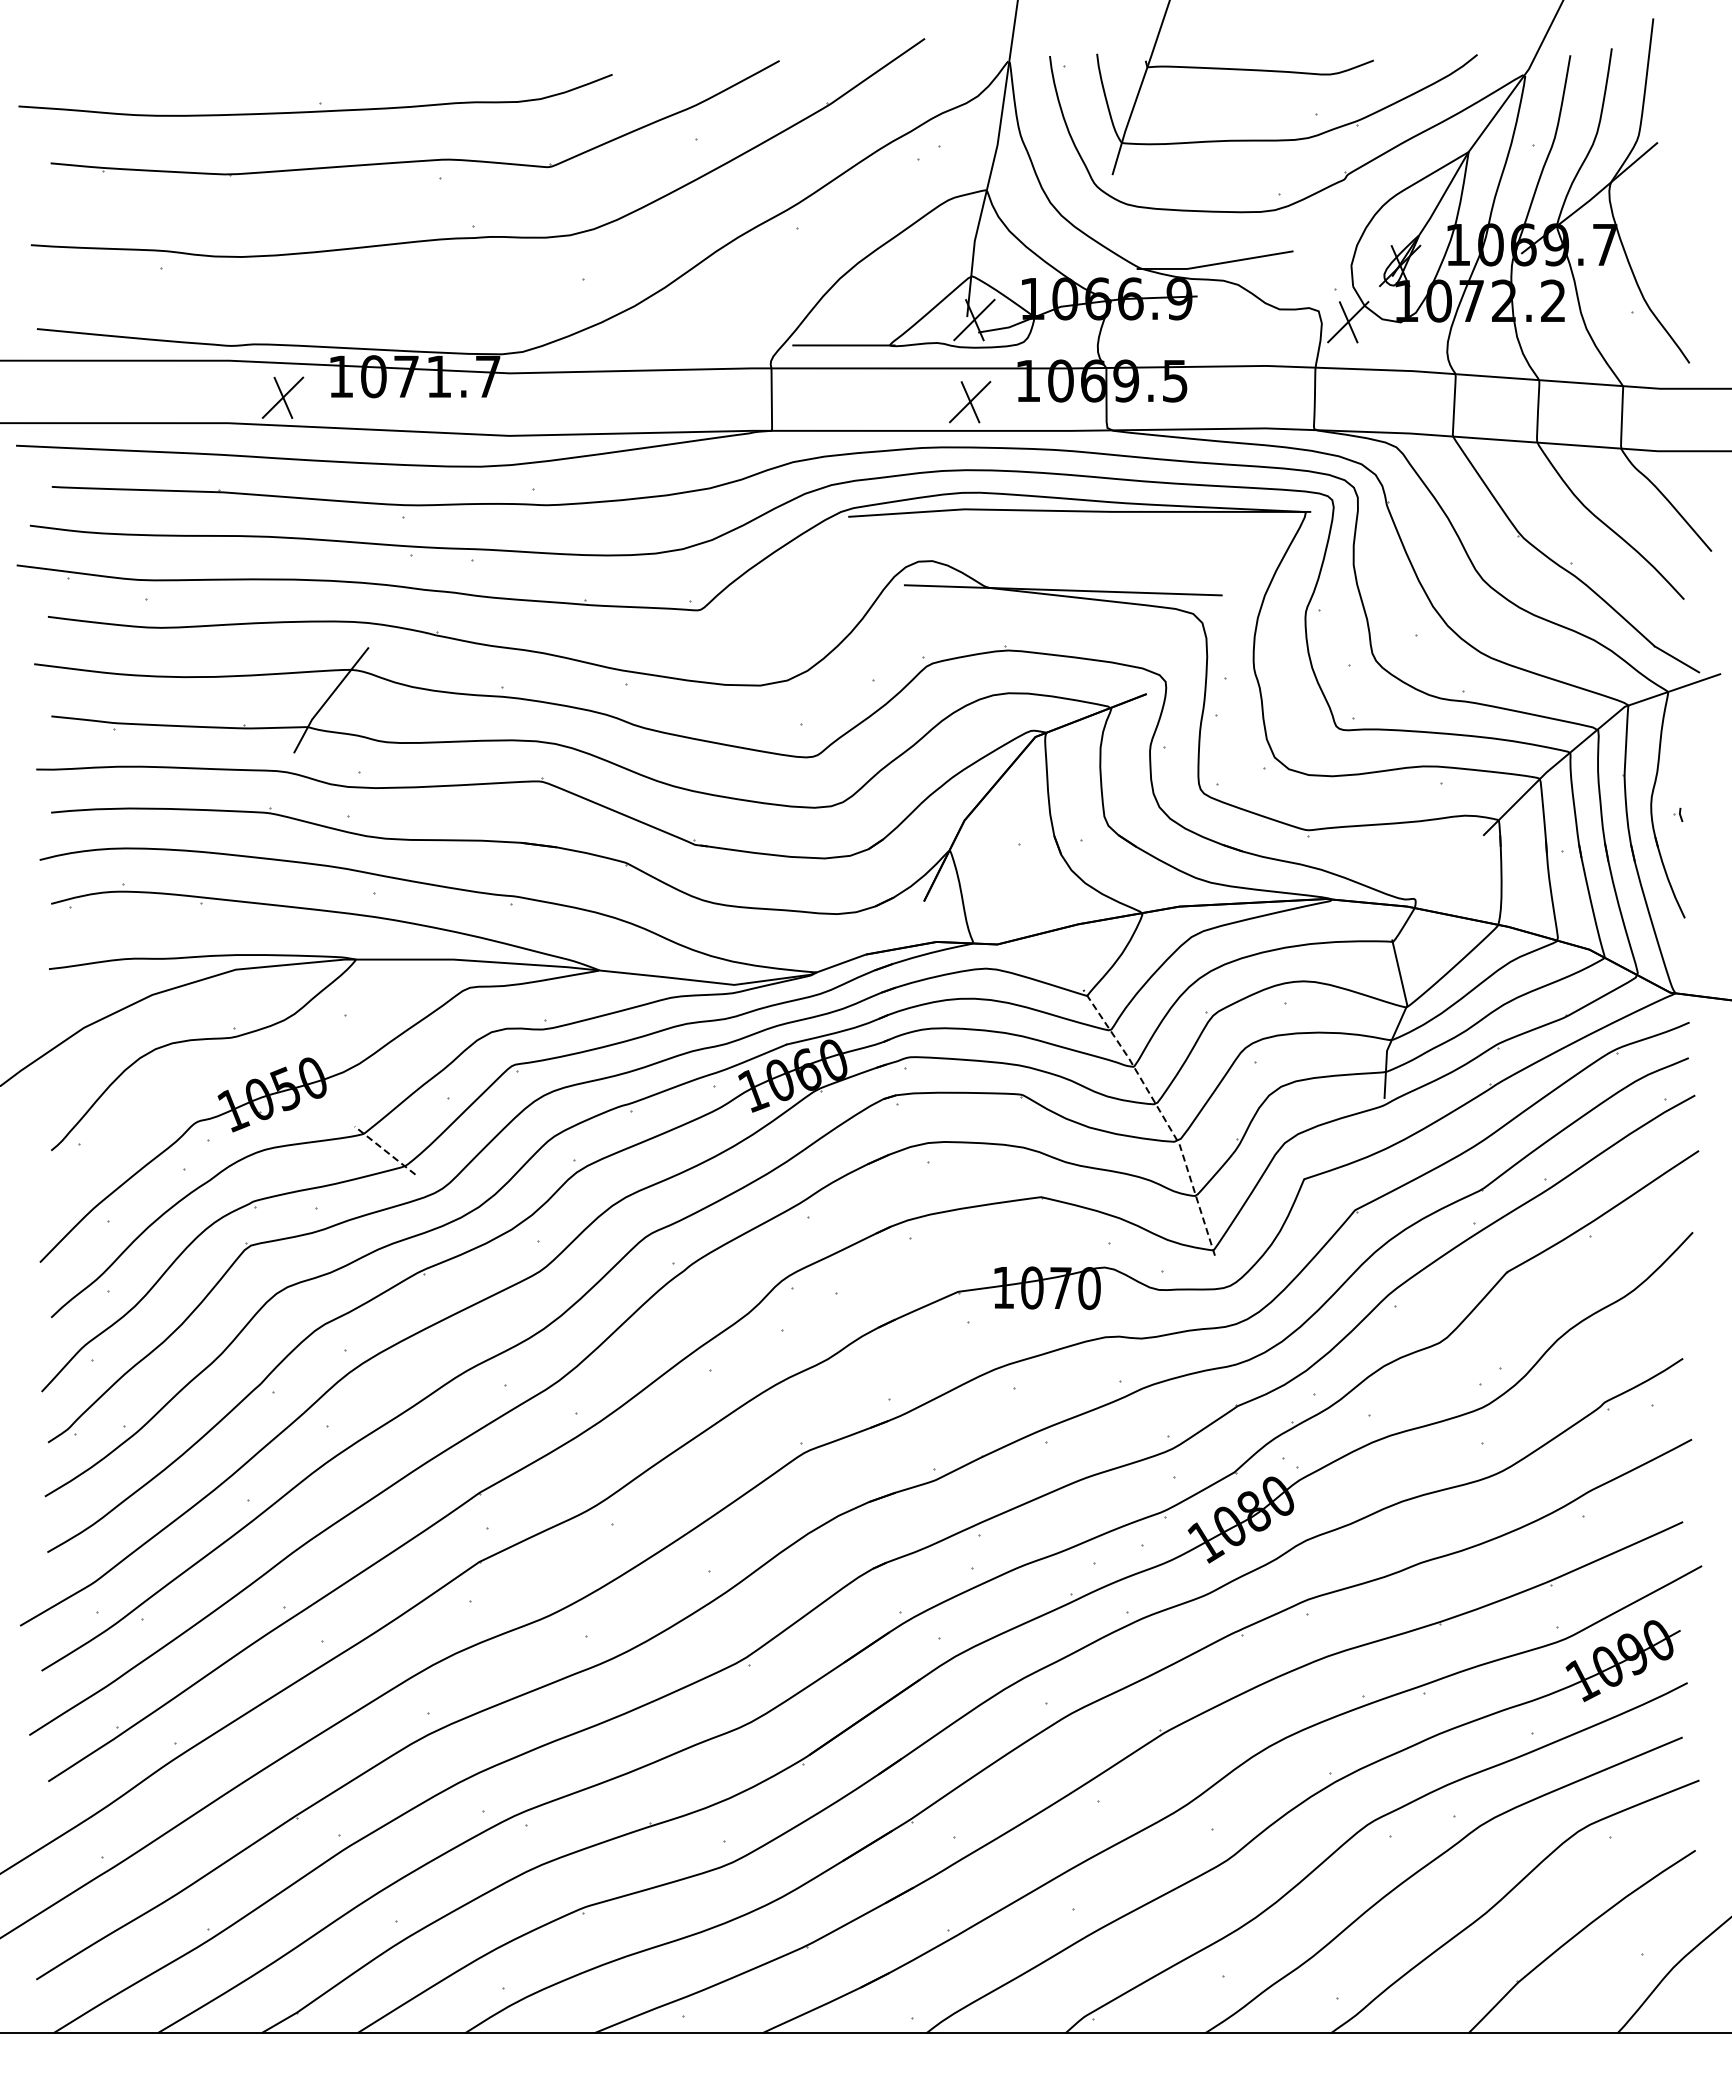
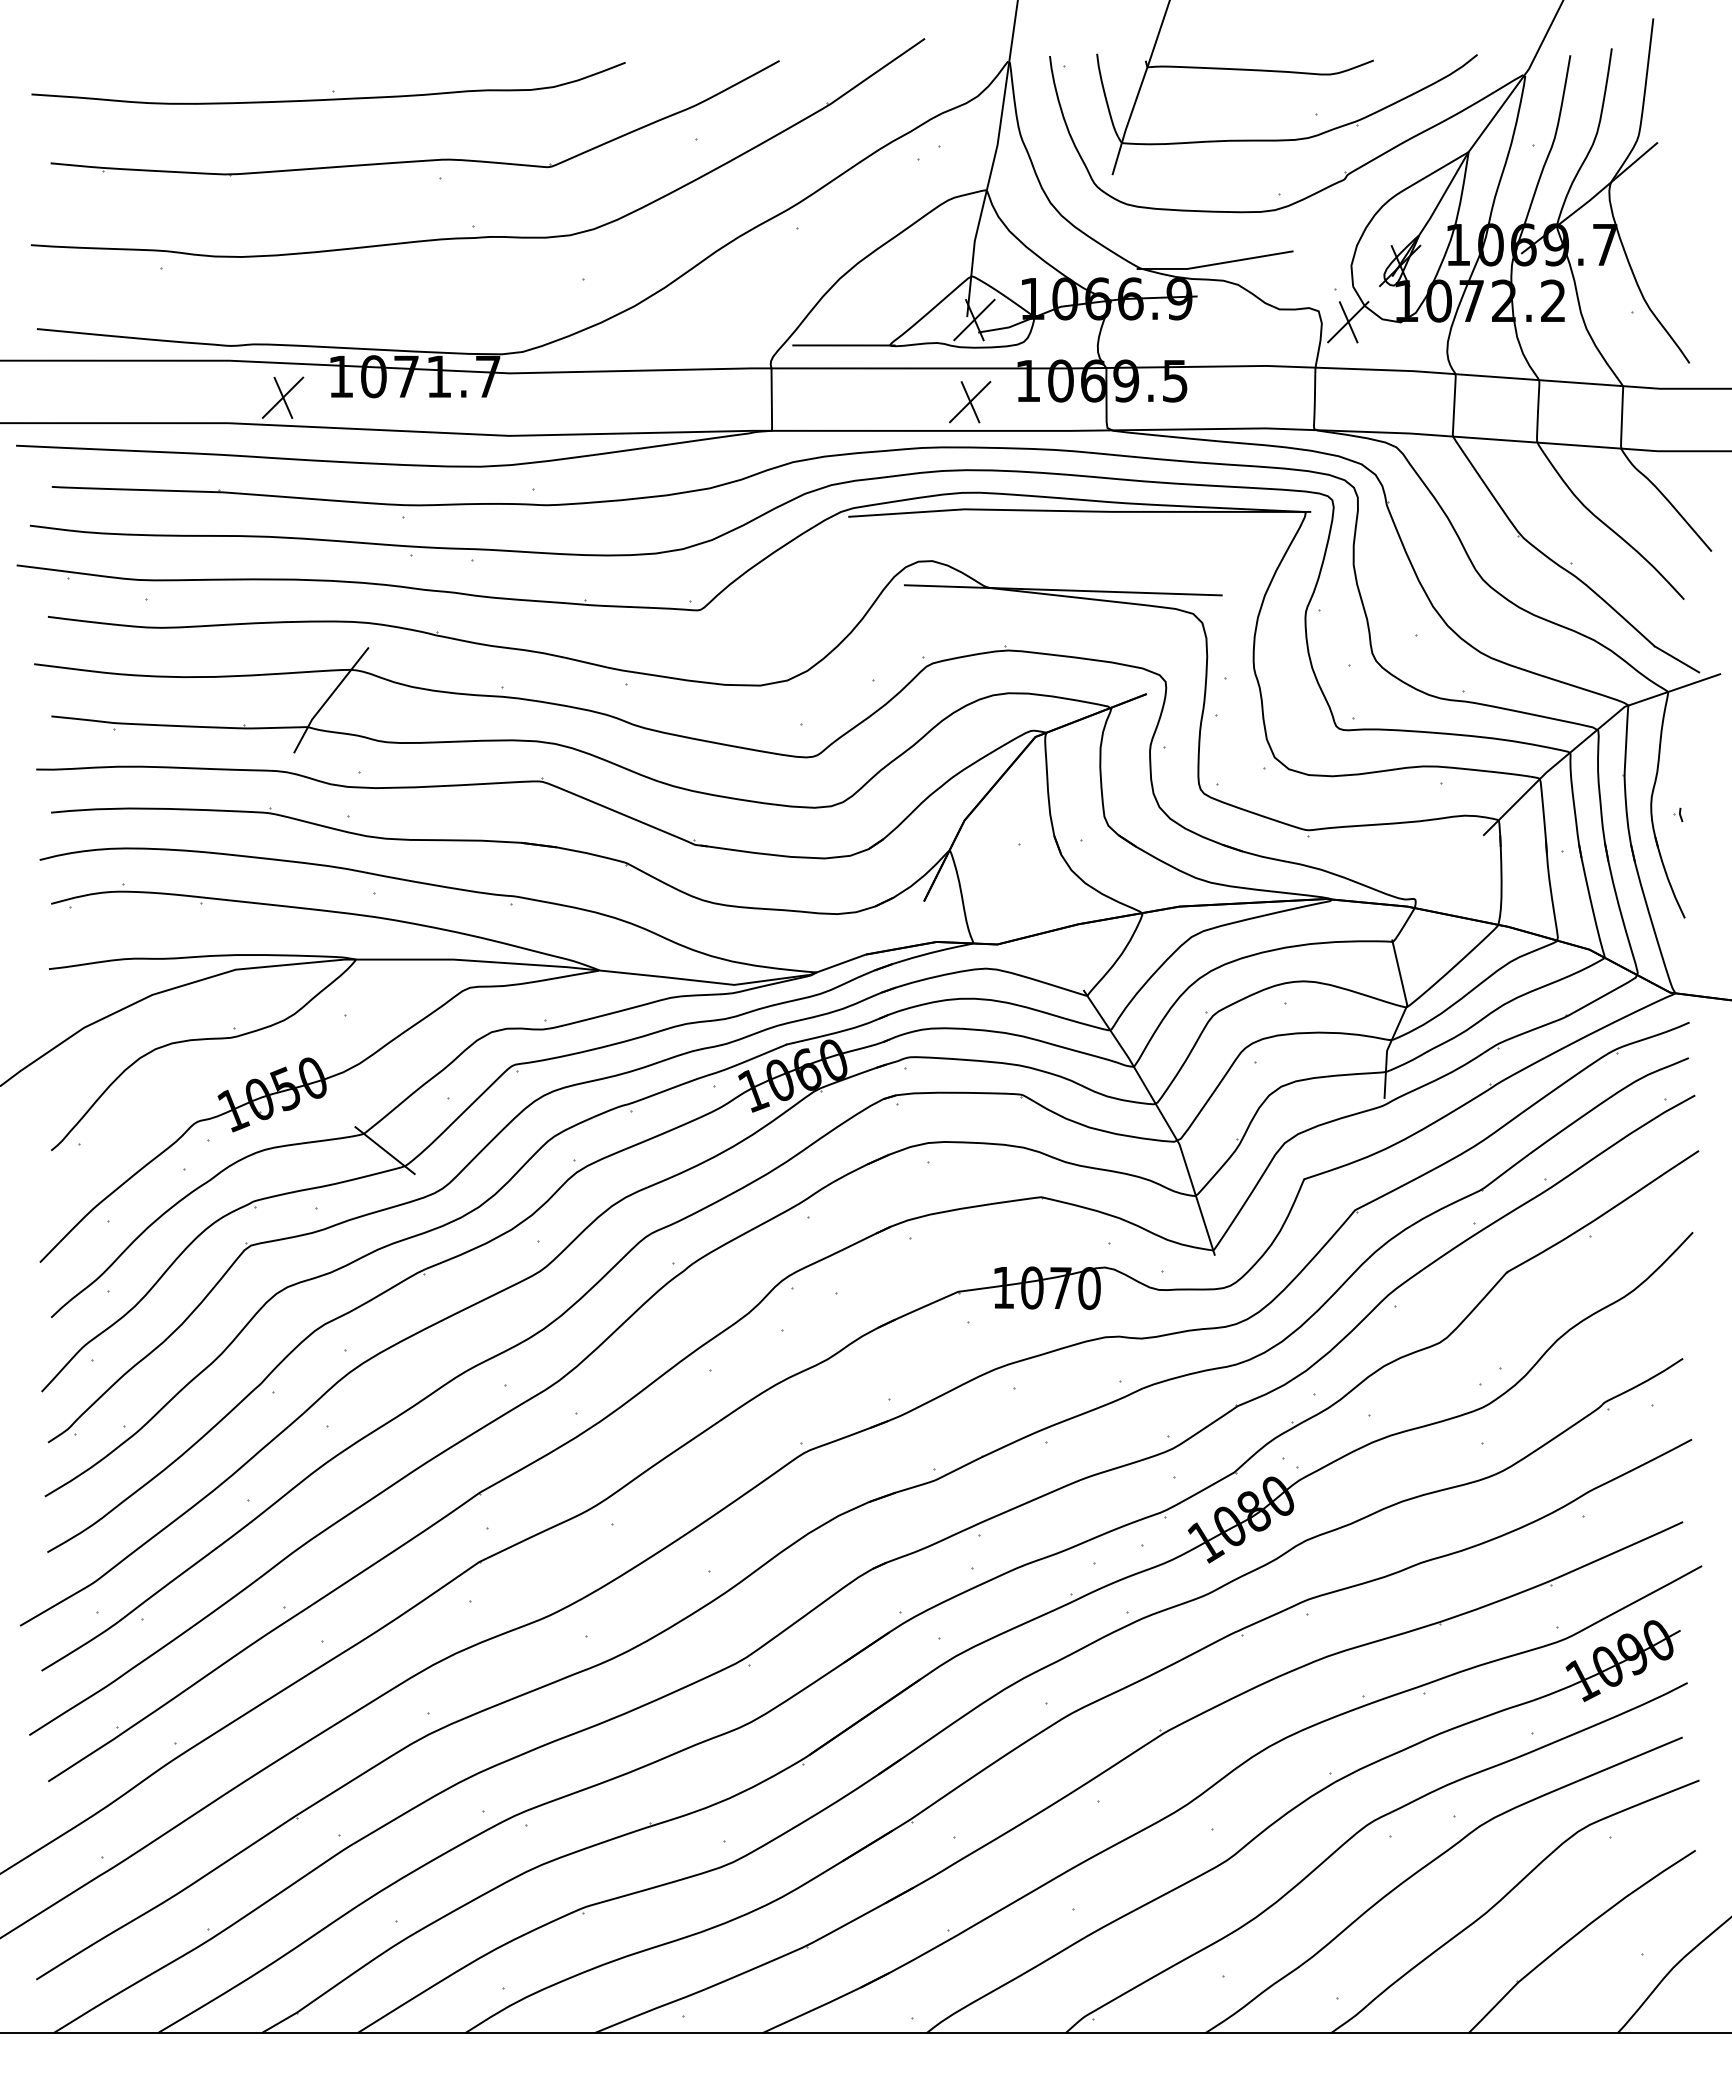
part at (320, 102) position: (320, 102) -> (333, 90)
line at (1162, 1116): dashed -> solid
line at (385, 1150): dashed -> solid
